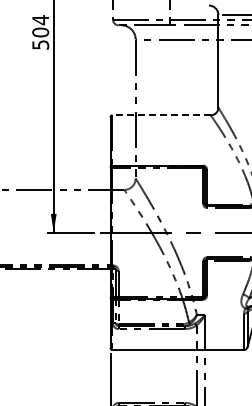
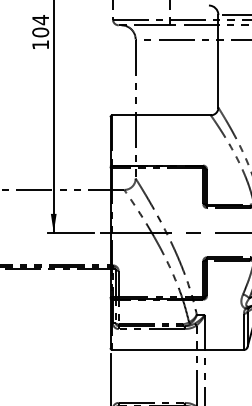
text at (40, 44): 504 -> 104
line at (161, 115): dashed -> solid
